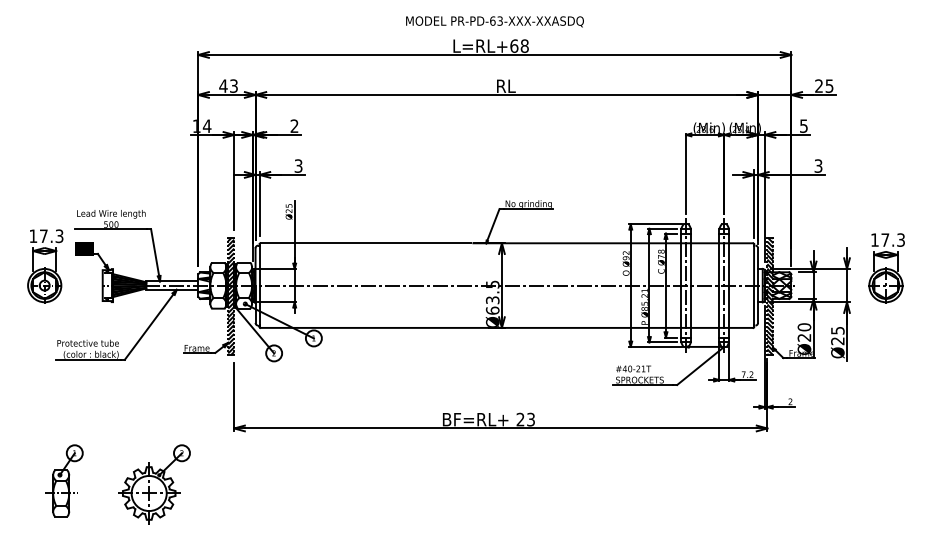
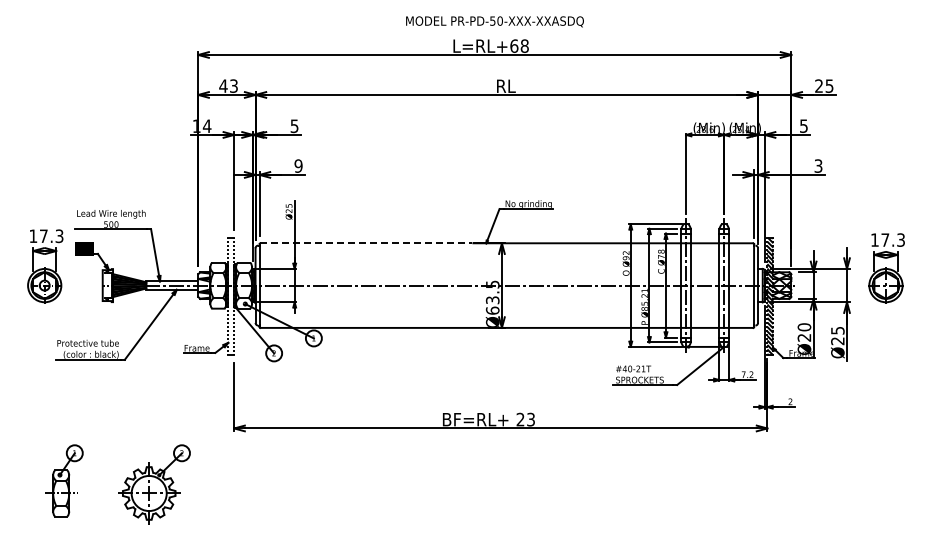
text at (496, 20): PR-PD-63-XXX-XXASDQ -> PR-PD-50-XXX-XXASDQ
text at (294, 126): 2 -> 5
text at (298, 165): 3 -> 9
line at (366, 243): solid -> dashed
hatch at (231, 296): present -> none
